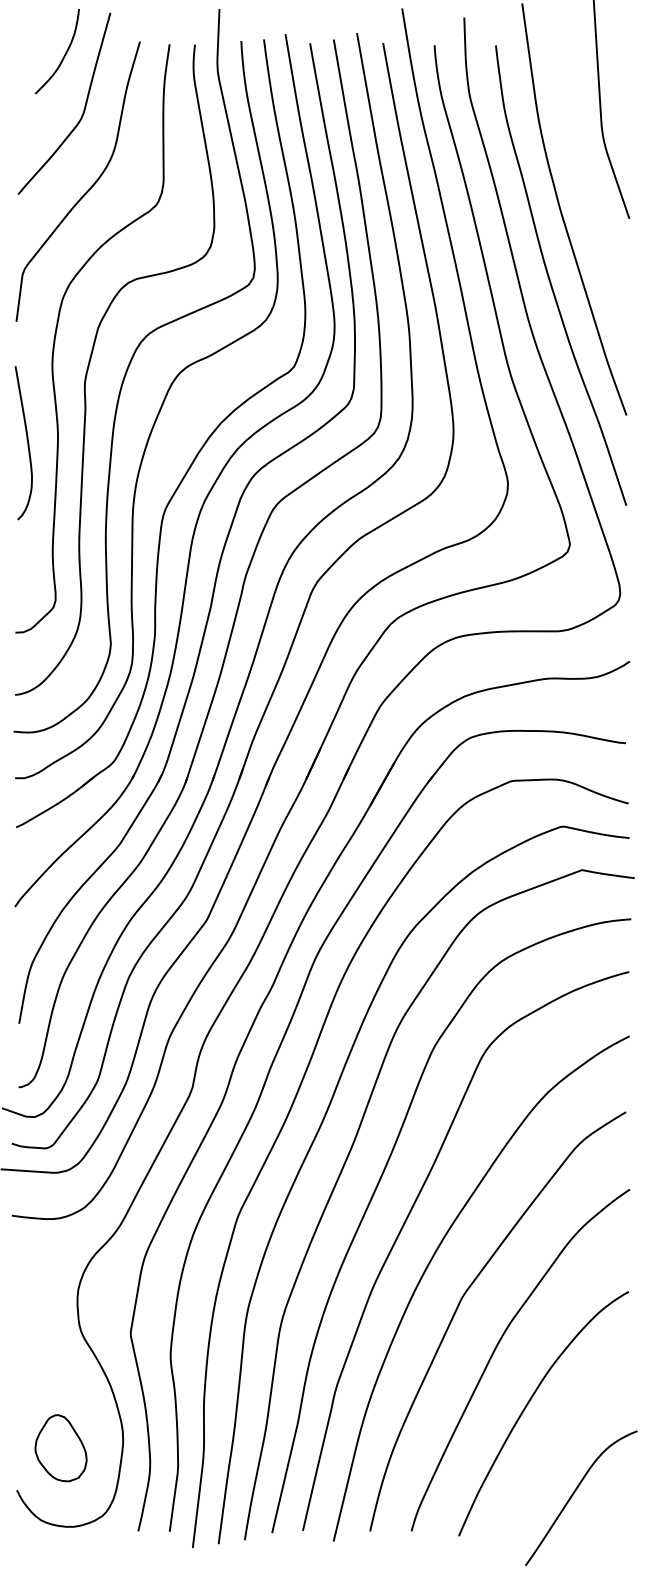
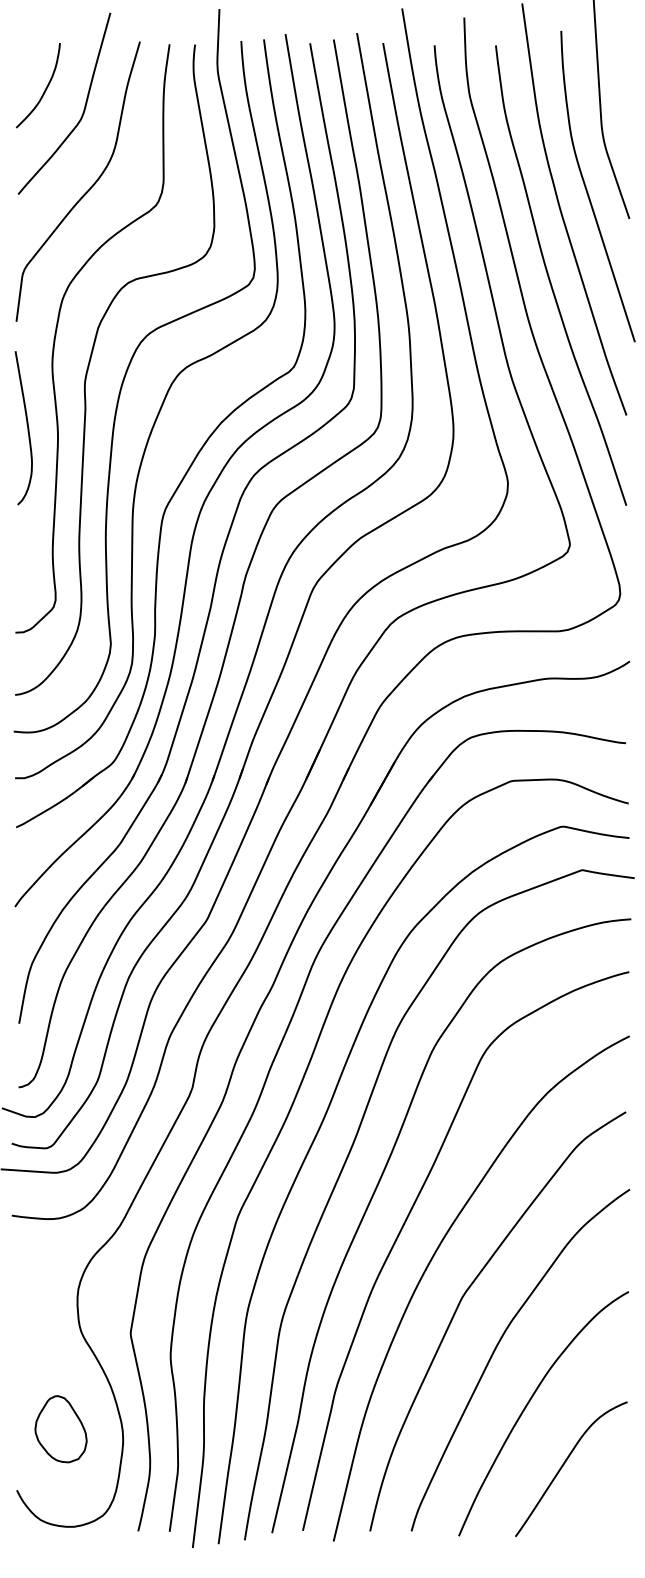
curve at (64, 54) position: (64, 54) -> (45, 88)
curve at (587, 189): none -> present
curve at (27, 443) position: (27, 443) -> (27, 428)
part at (60, 1448) position: (60, 1448) -> (60, 1429)
curve at (575, 1492) position: (575, 1492) -> (565, 1463)
